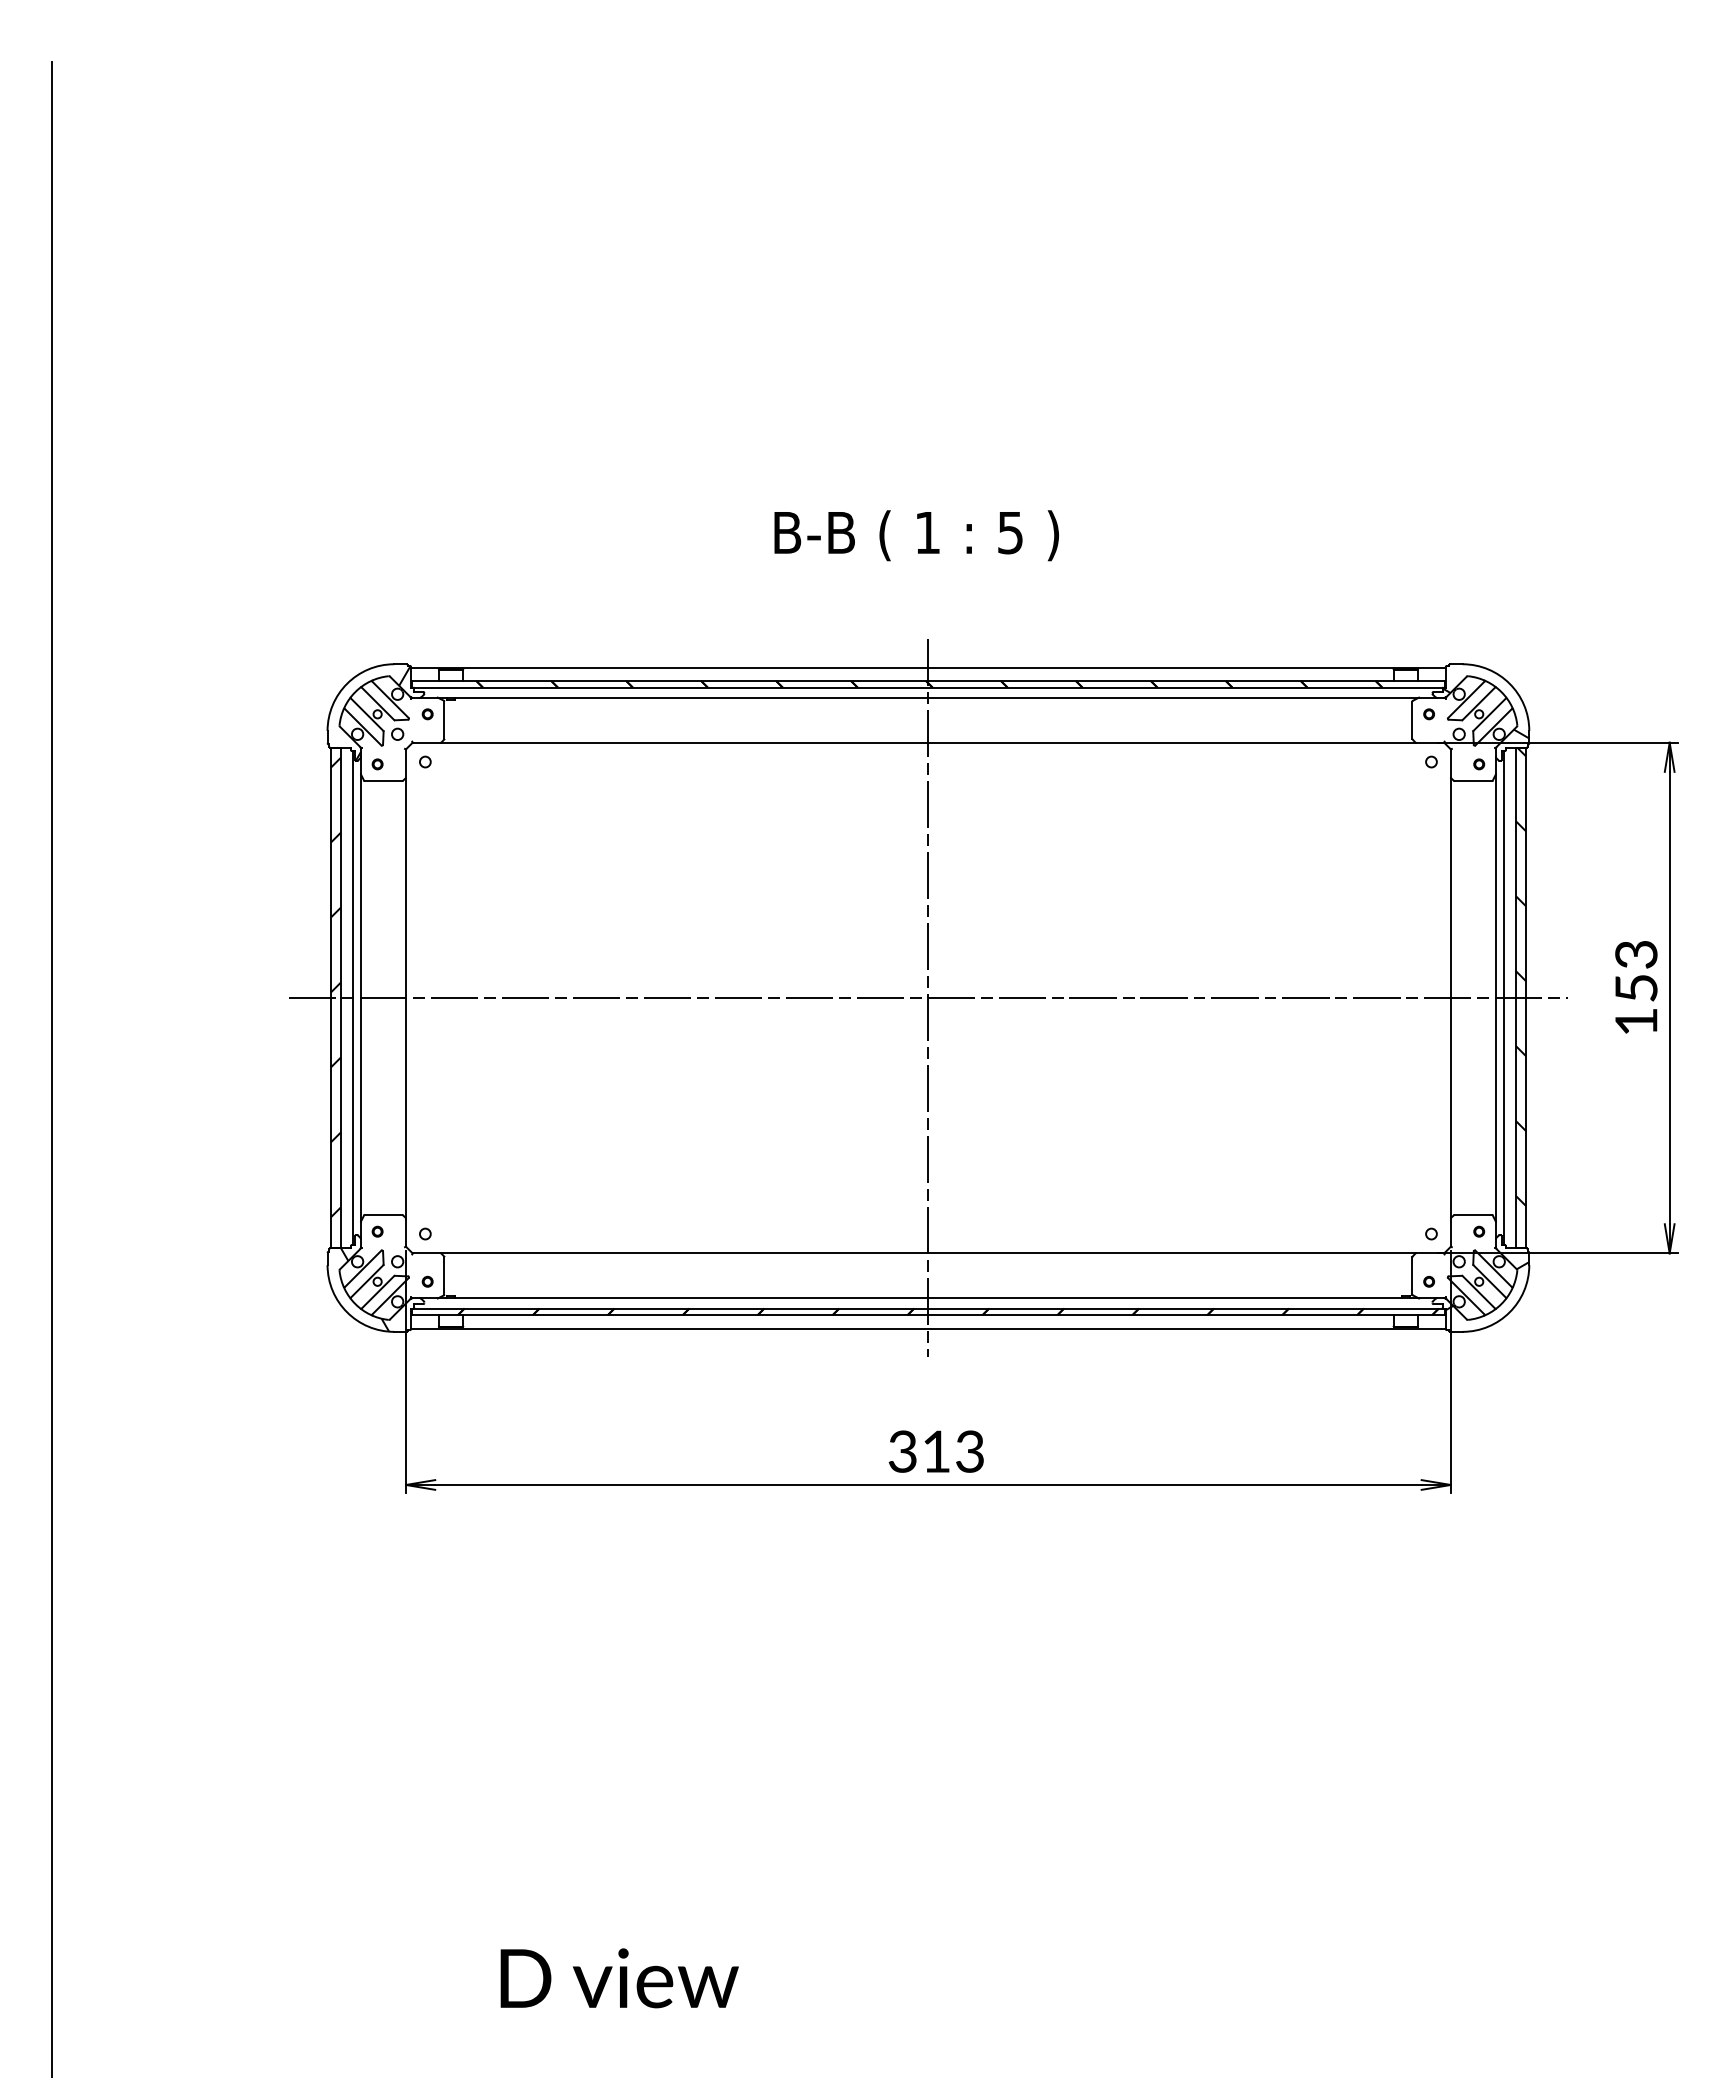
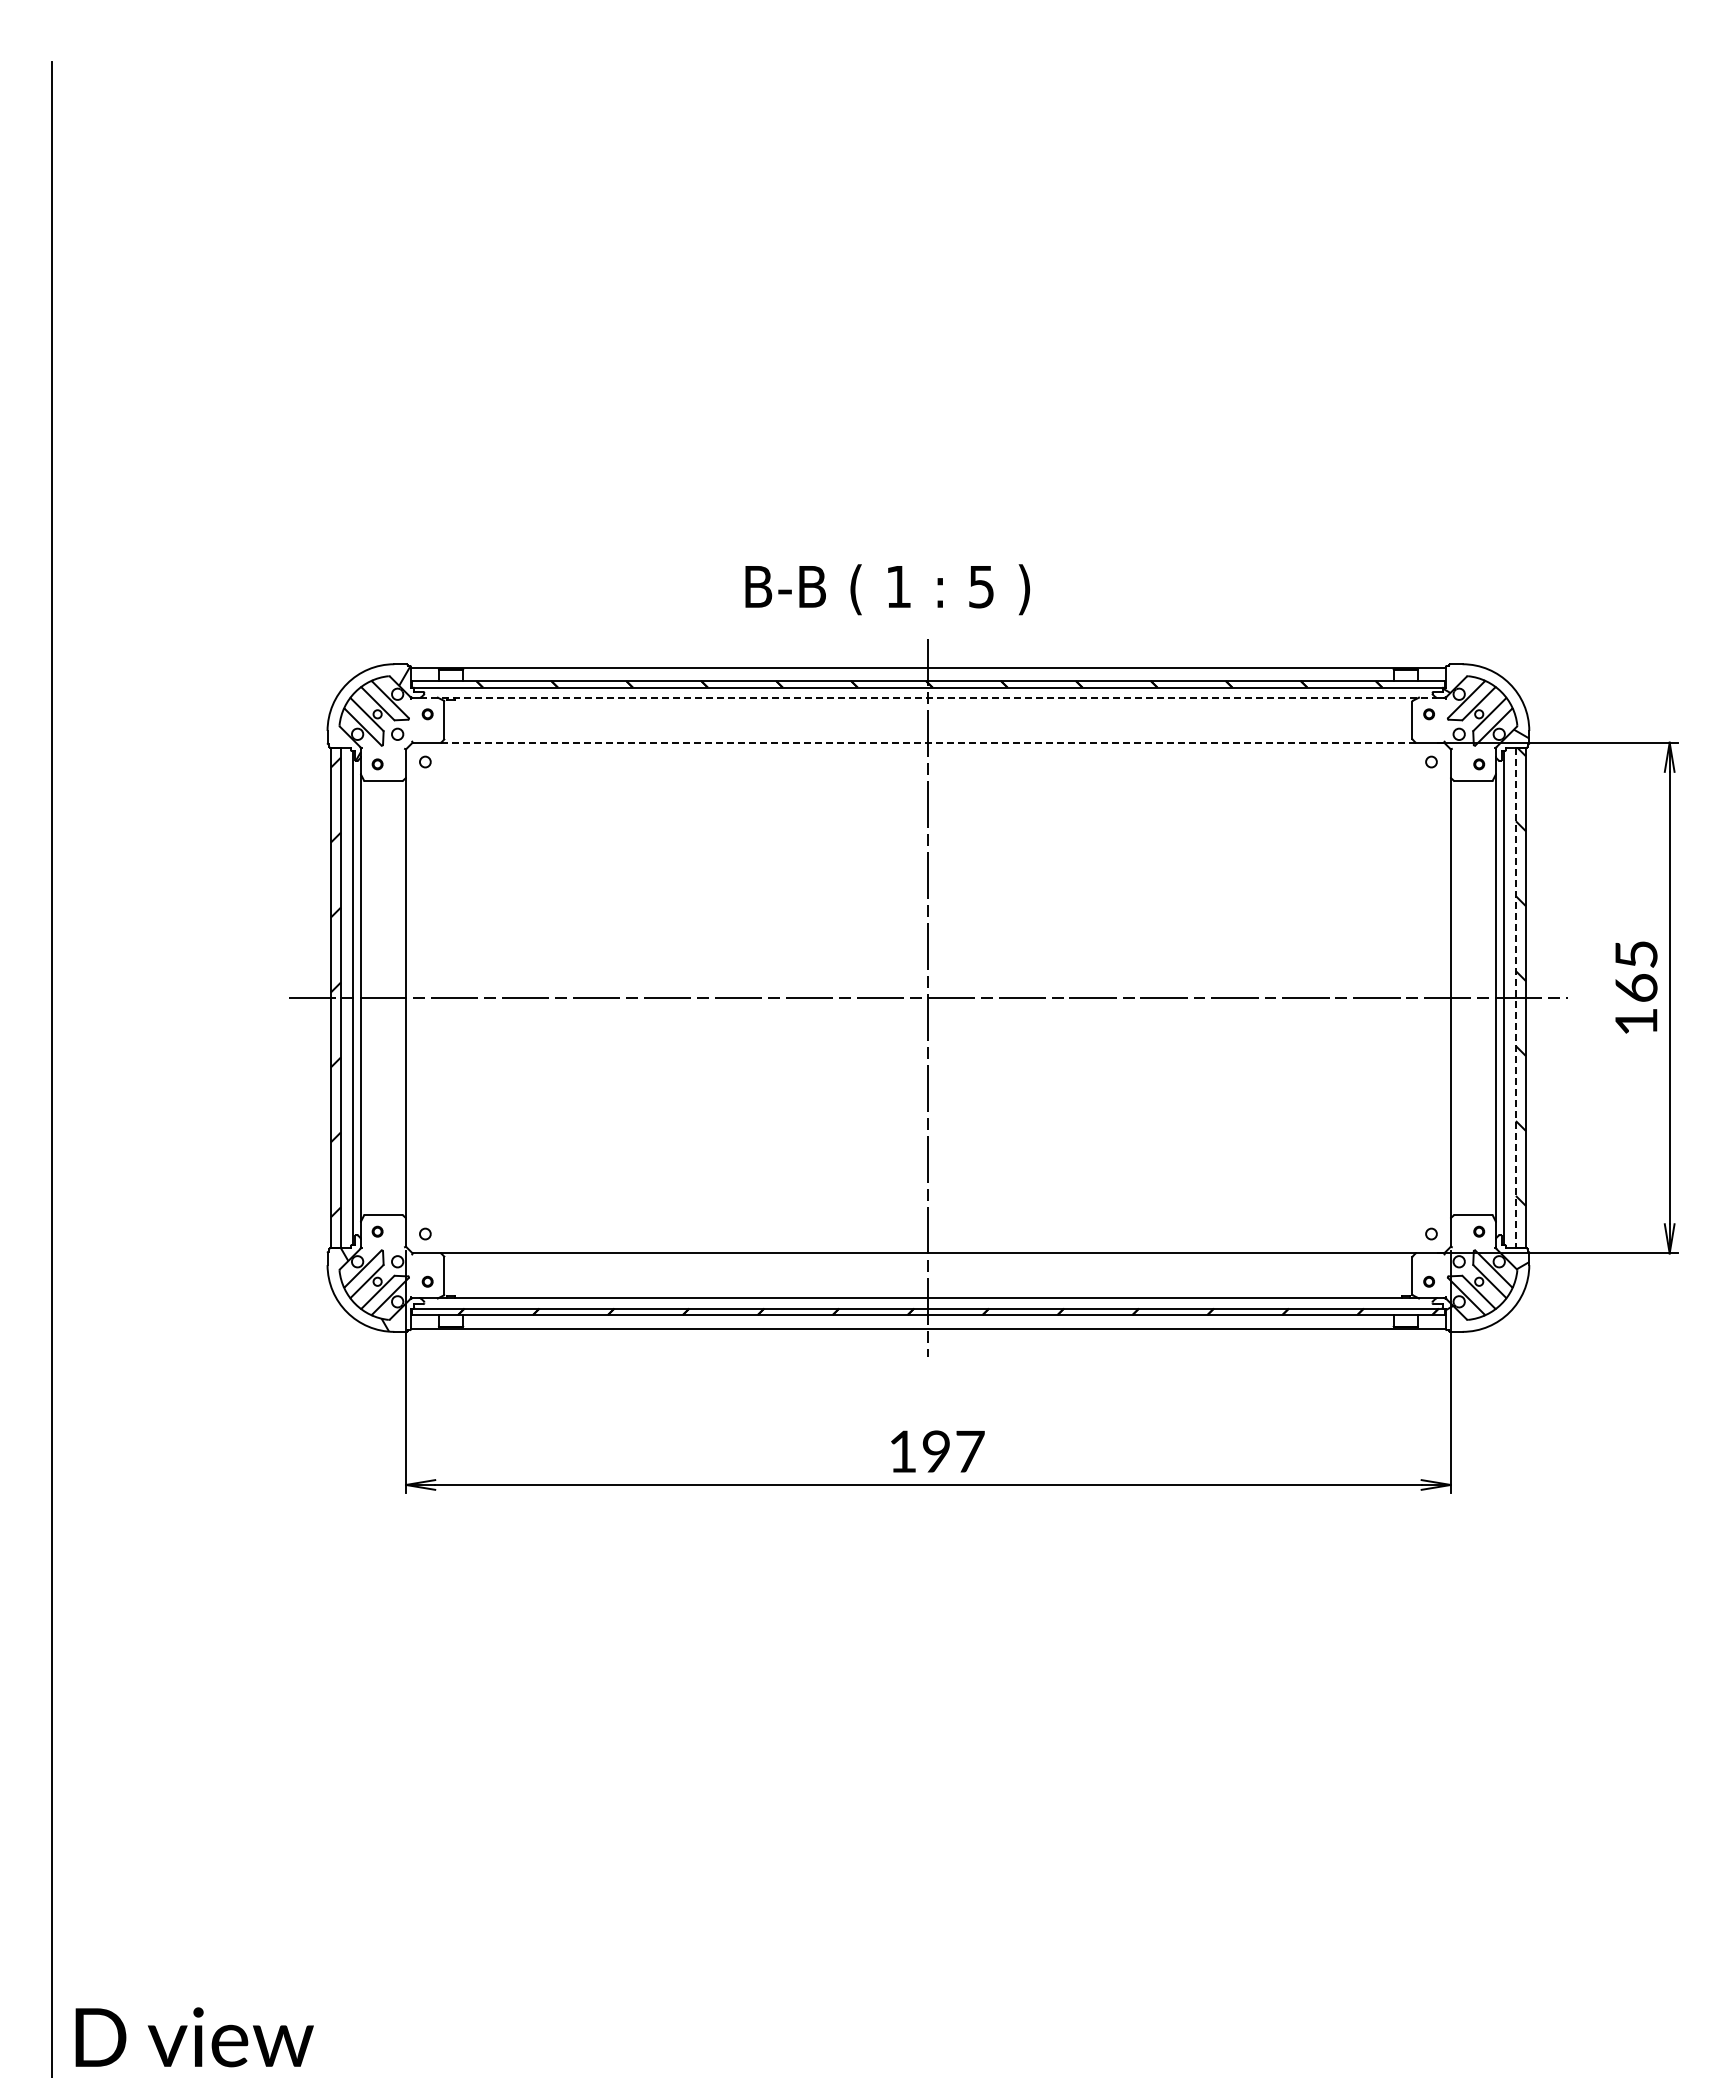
text at (916, 535) position: (916, 535) -> (887, 589)
line at (928, 697): solid -> dashed
line at (928, 742): solid -> dashed
text at (1636, 971): 153 -> 165
line at (1515, 998): solid -> dashed
text at (936, 1451): 313 -> 197
text at (619, 1978) position: (619, 1978) -> (194, 2037)
